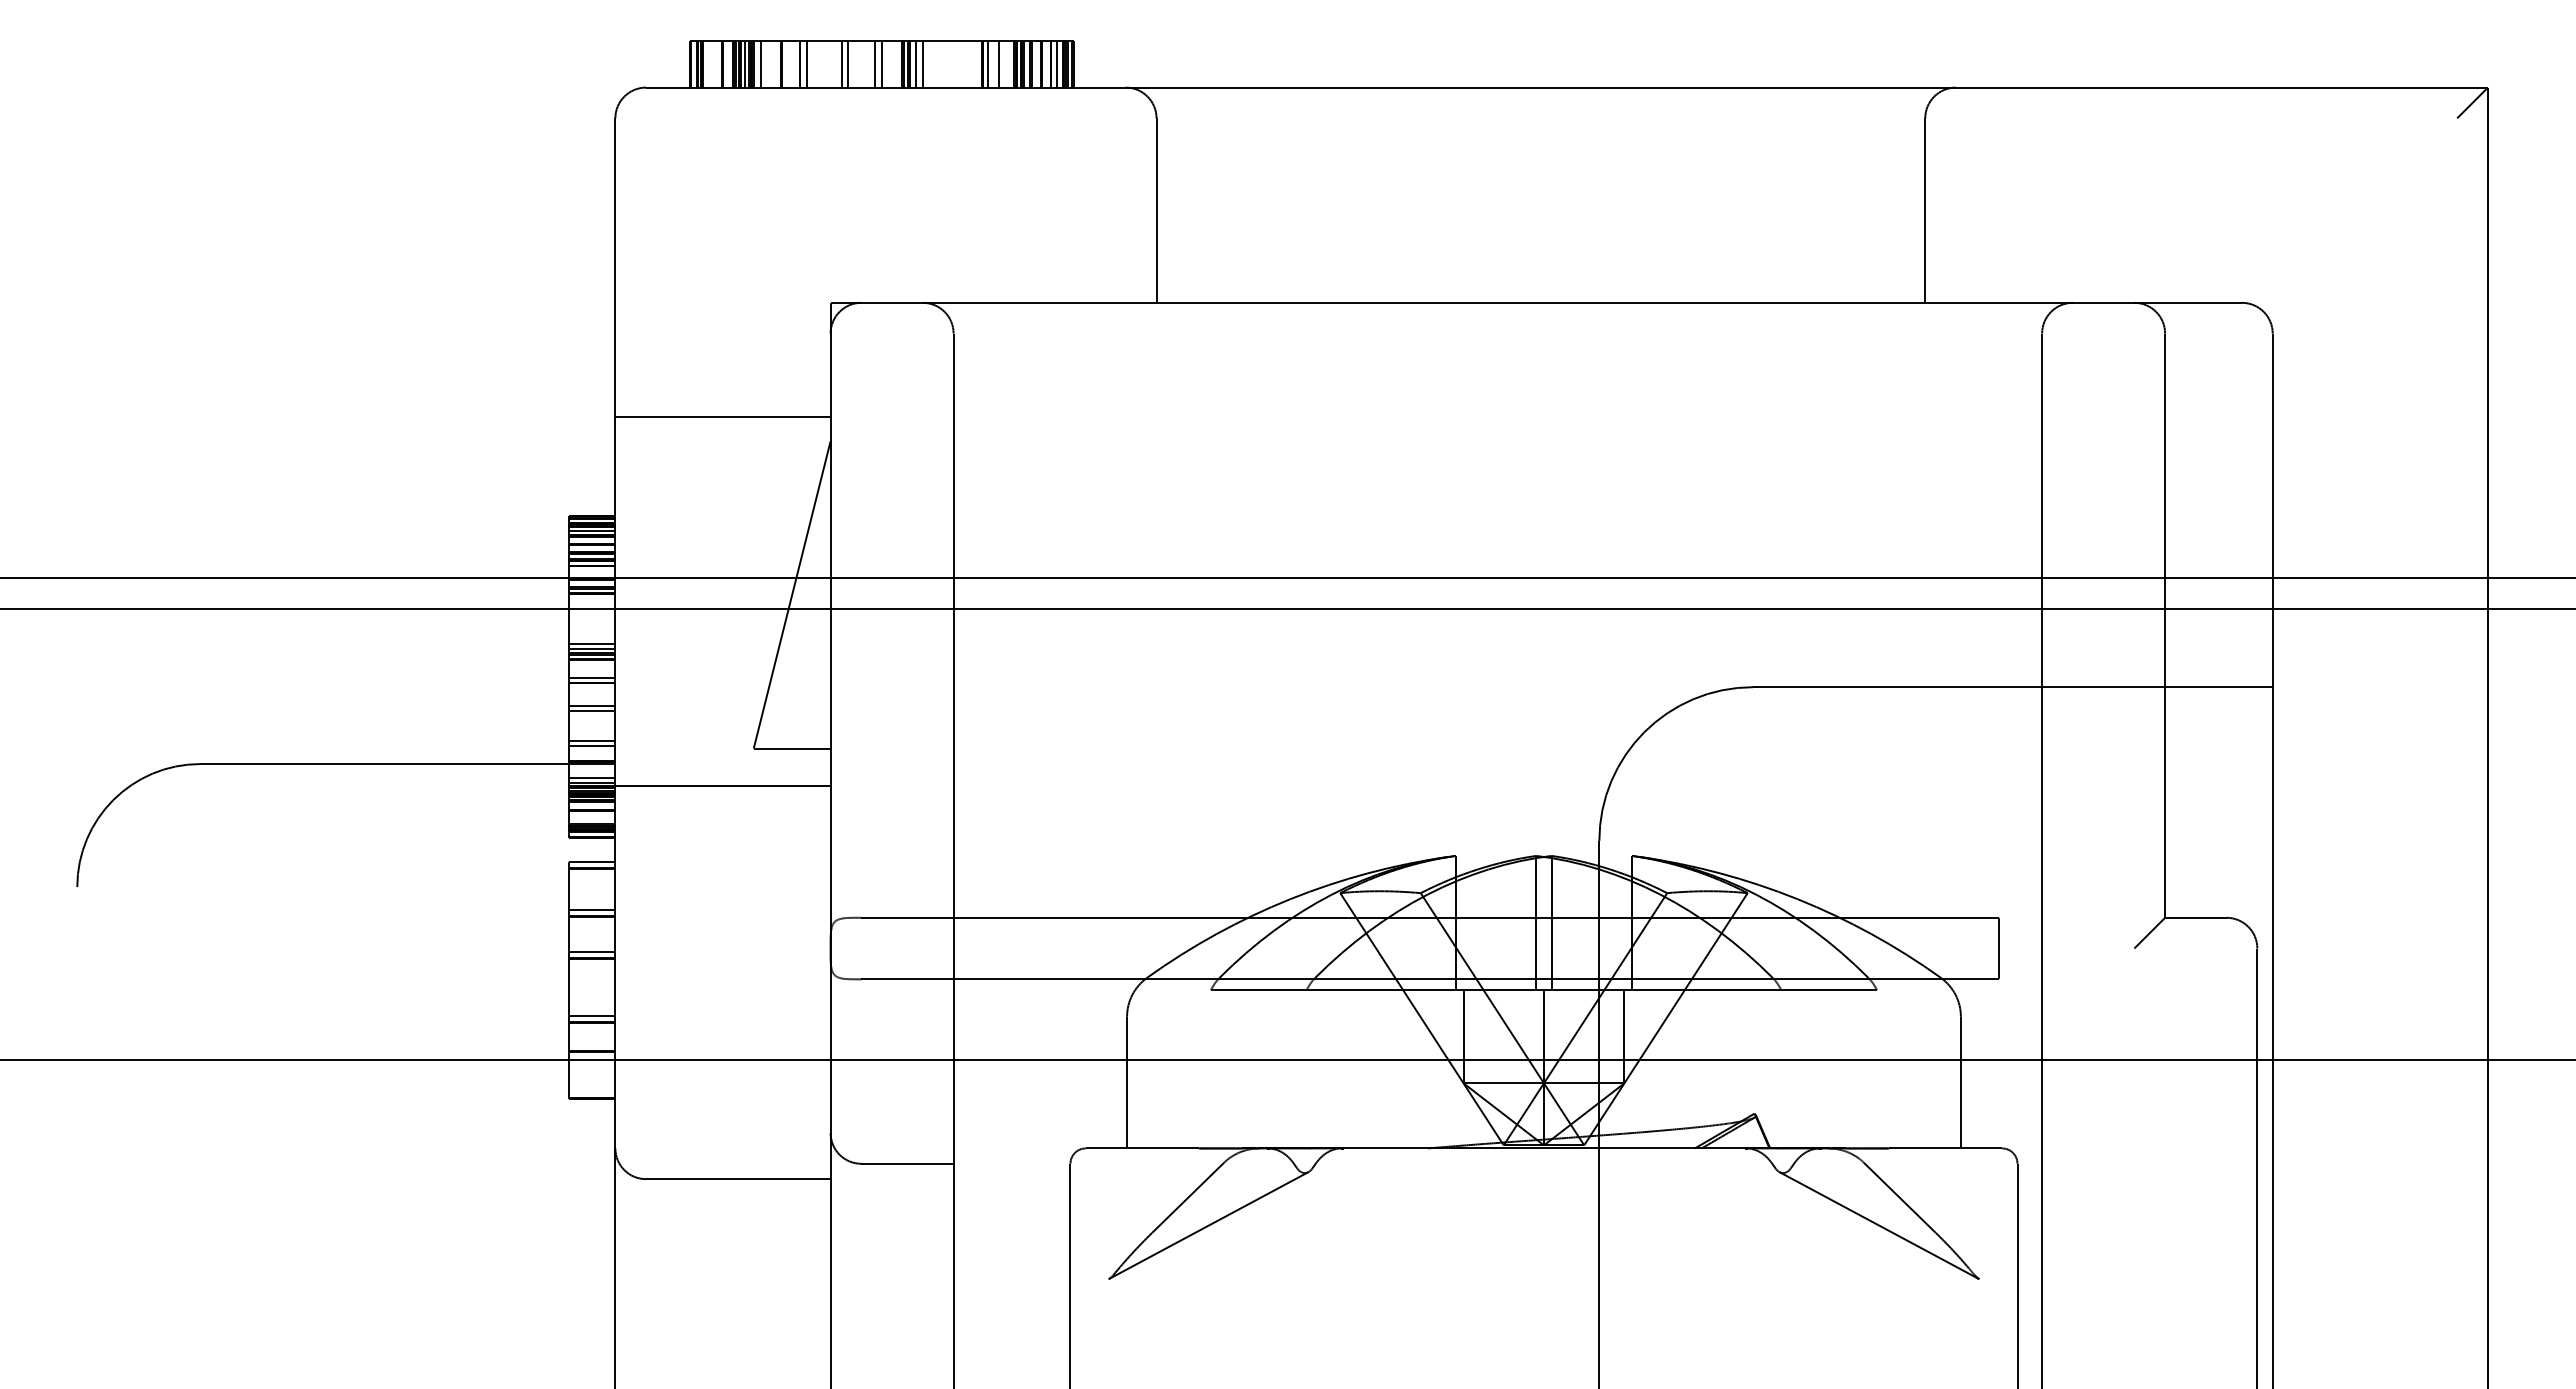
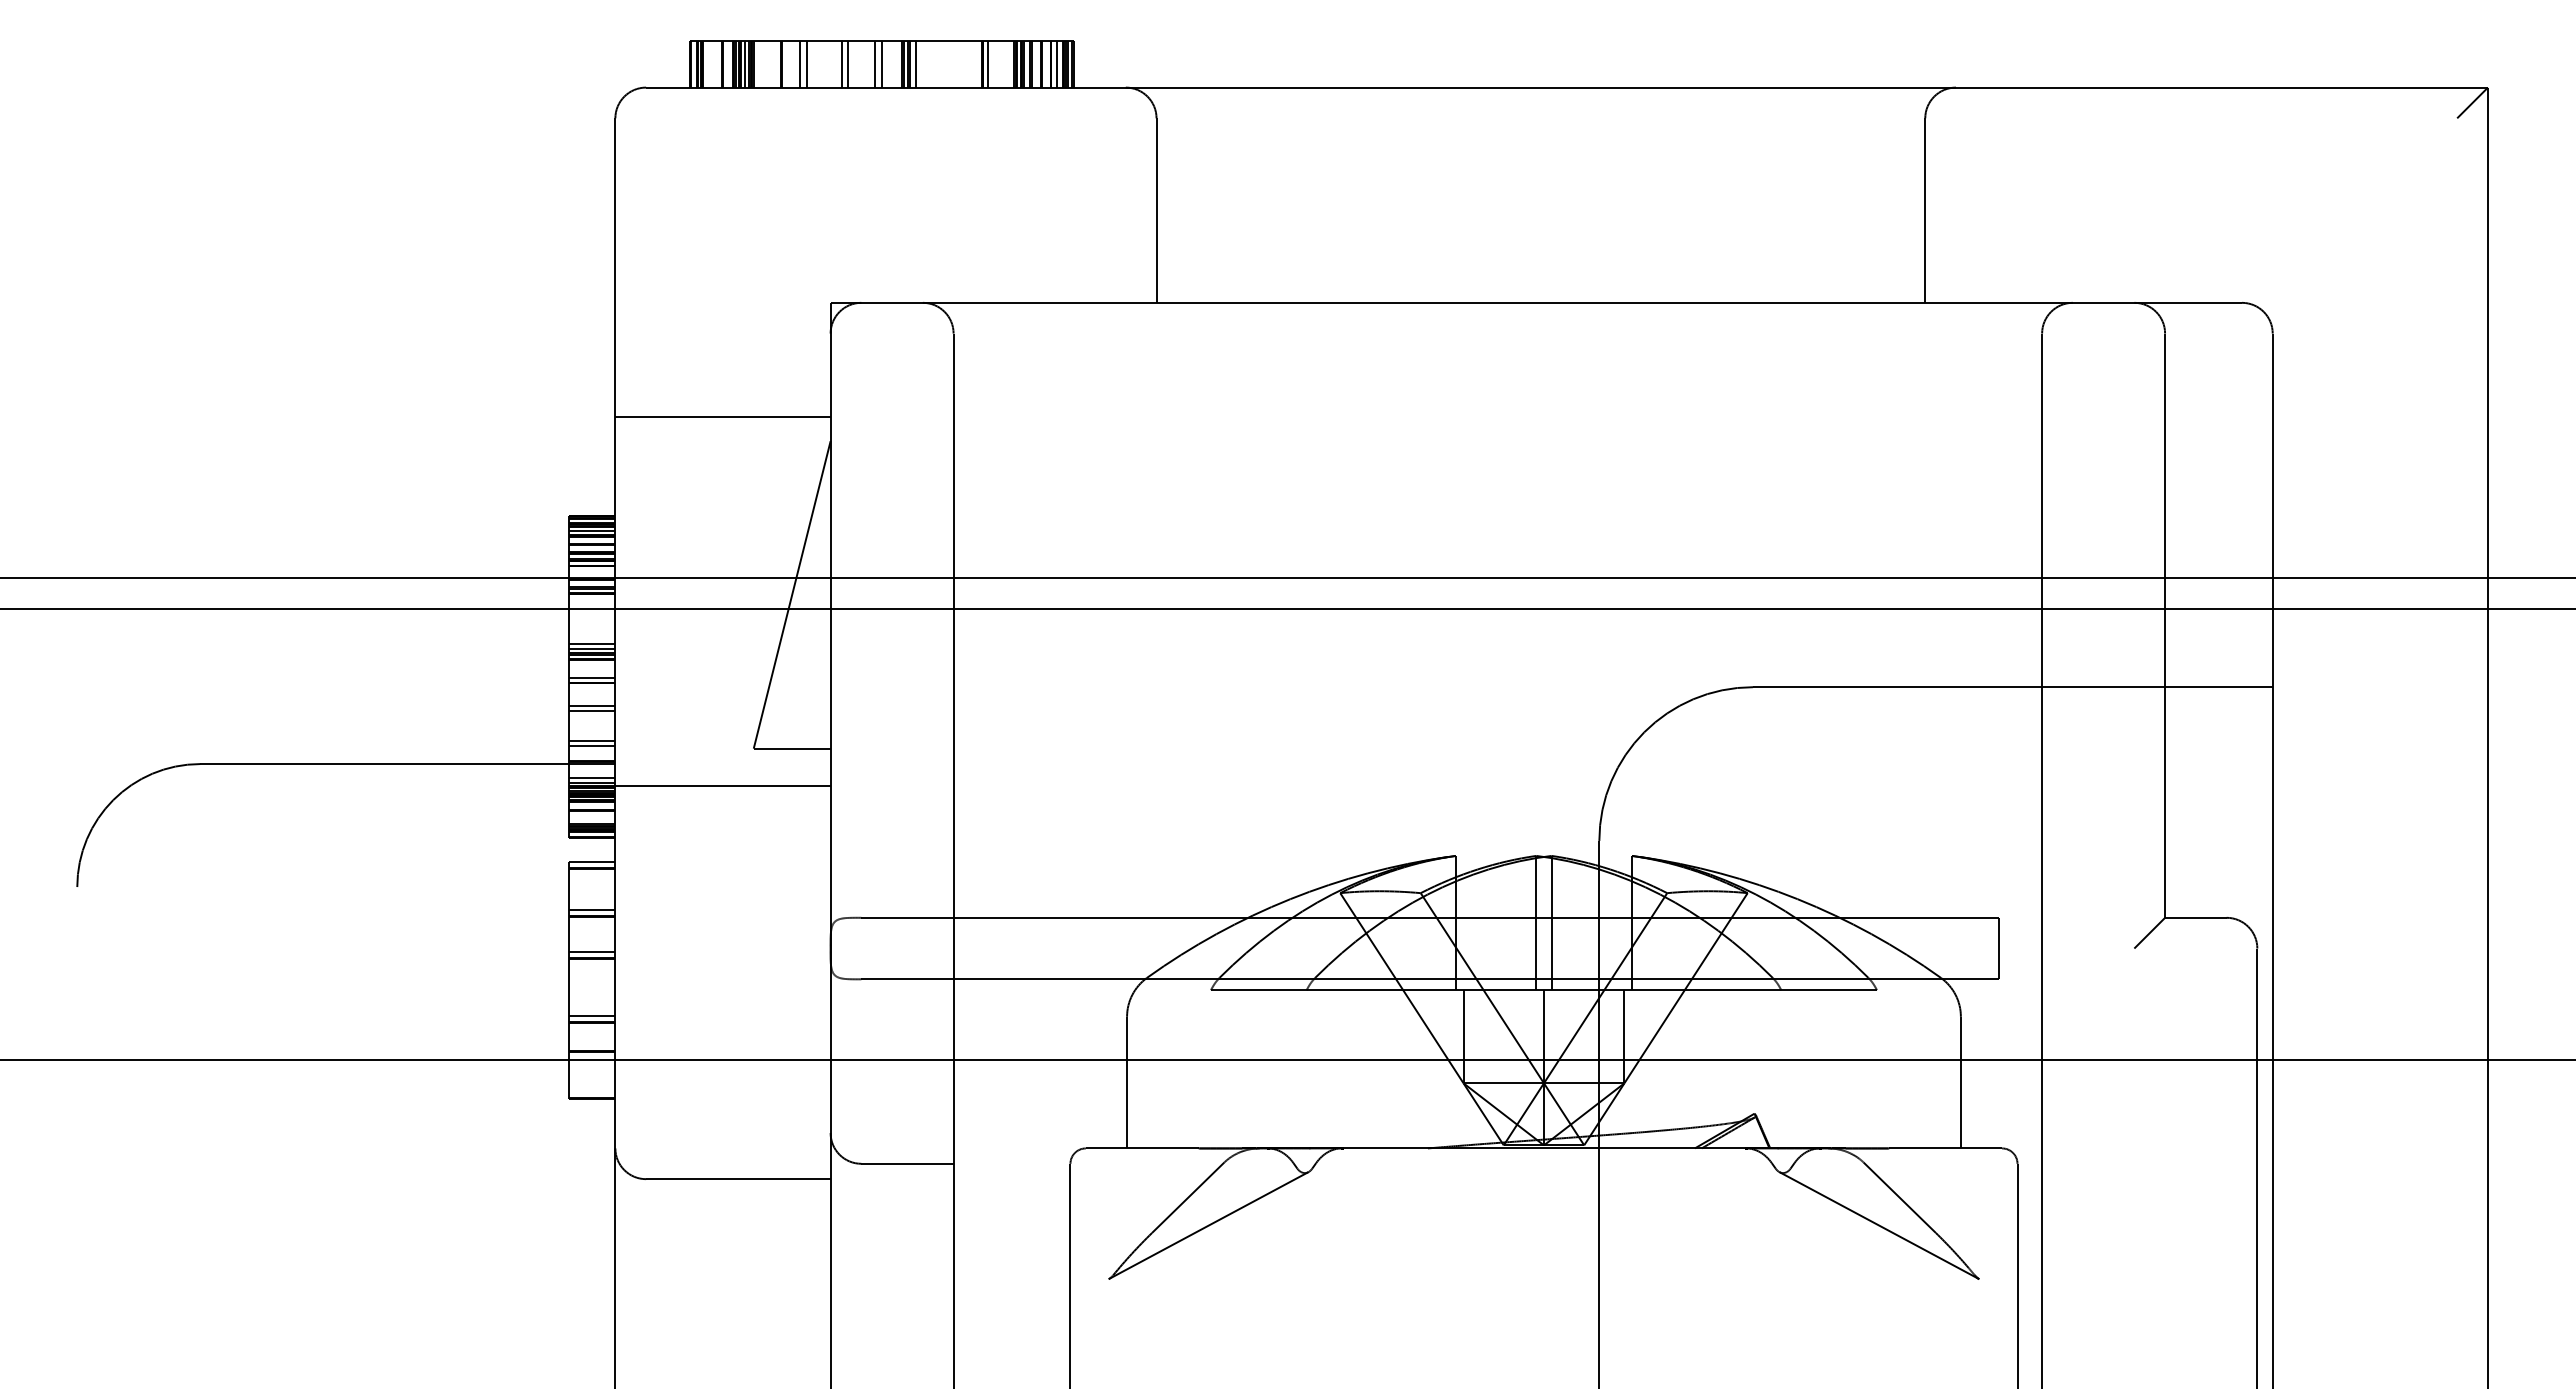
line at (760, 64): present -> none
line at (922, 64): present -> none
line at (998, 64): present -> none
